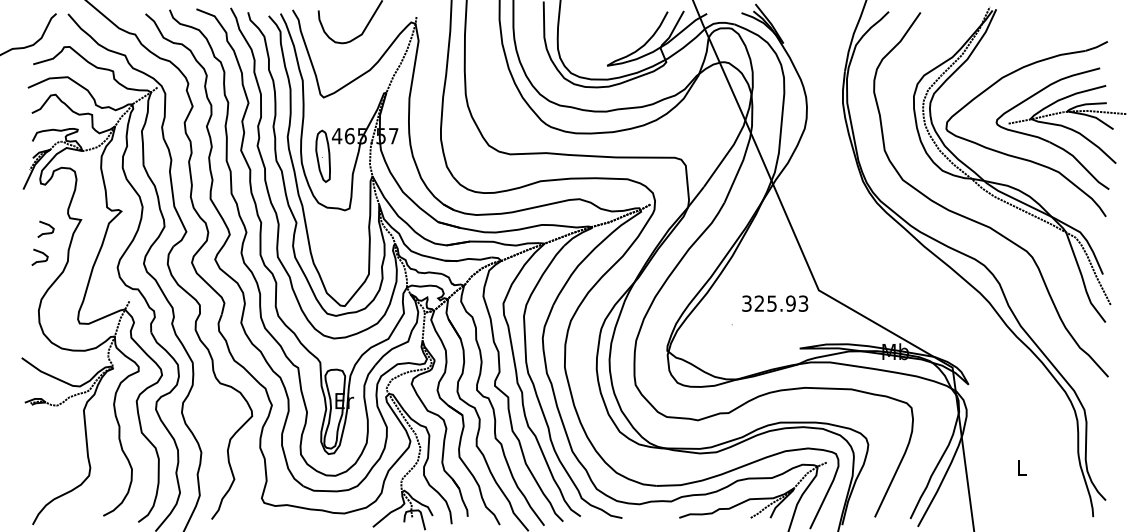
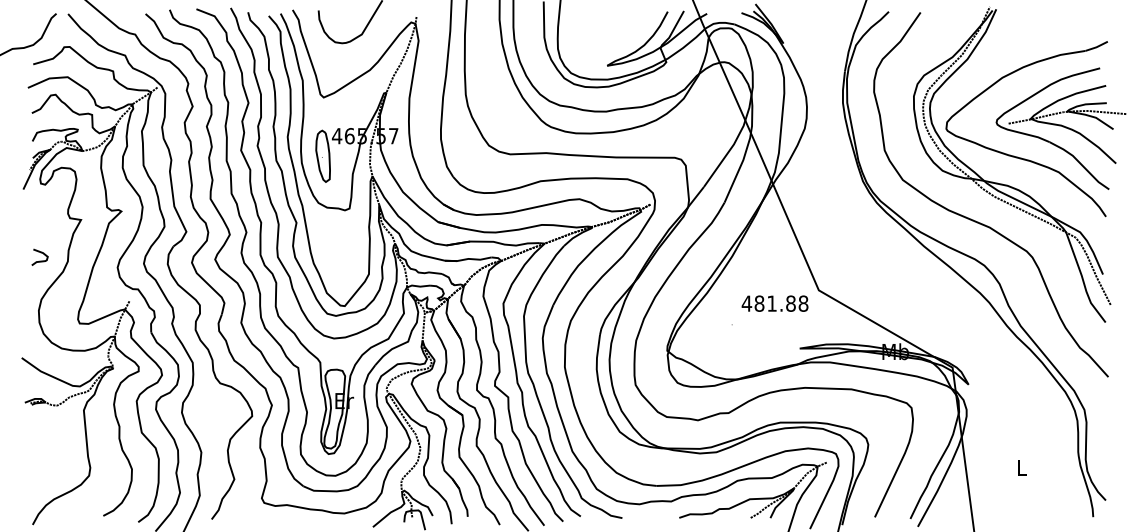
curve at (46, 225): present -> none
text at (774, 303): 325.93 -> 481.88
